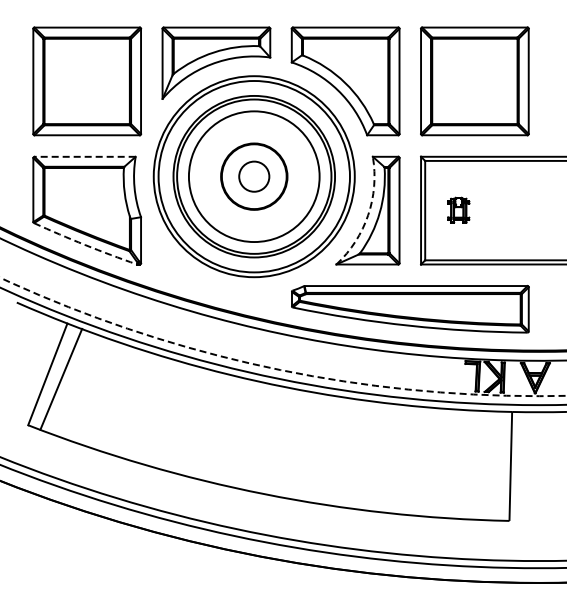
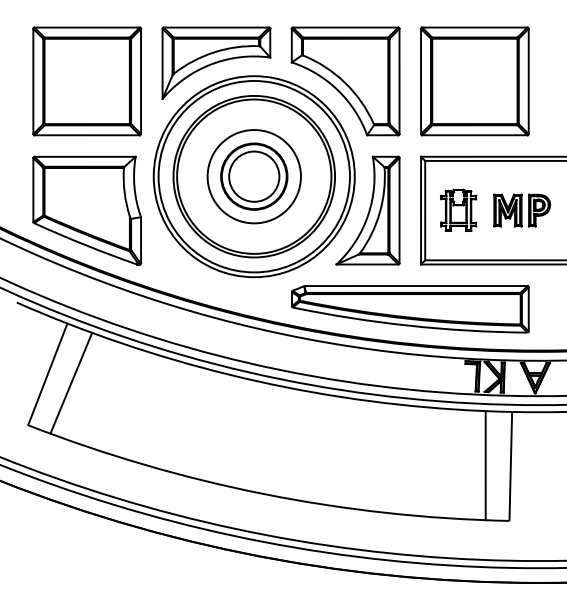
line at (85, 156): dashed -> solid
circle at (253, 176) diameter: 131 px -> 93 px
circle at (254, 176) diameter: 30 px -> 50 px
part at (458, 209) size: 24x28 px -> 38x44 px
part at (522, 210): none -> present
arc at (368, 215): dashed -> solid
arc at (85, 244): dashed -> solid
circle at (283, 336): dashed -> solid
line at (61, 378) position: (61, 378) -> (71, 382)
line at (485, 465): none -> present
